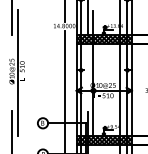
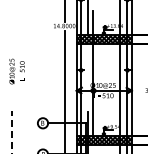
line at (12, 18): present -> none
line at (17, 72): present -> none
line at (12, 132): solid -> dashed
